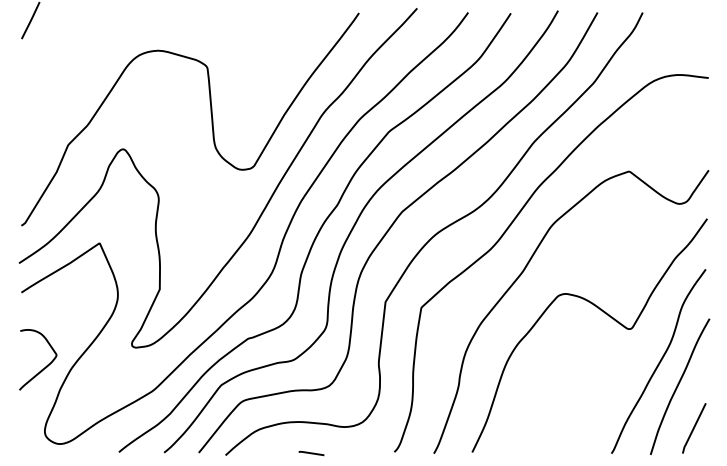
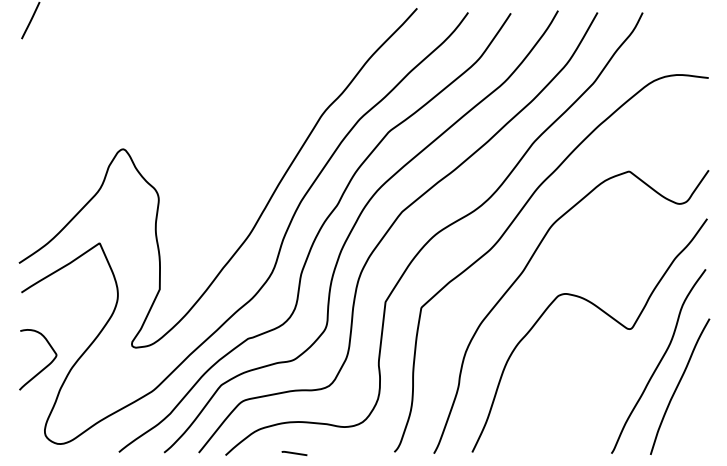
curve at (210, 113): present -> none
line at (694, 428): present -> none
line at (311, 453) position: (311, 453) -> (294, 453)
